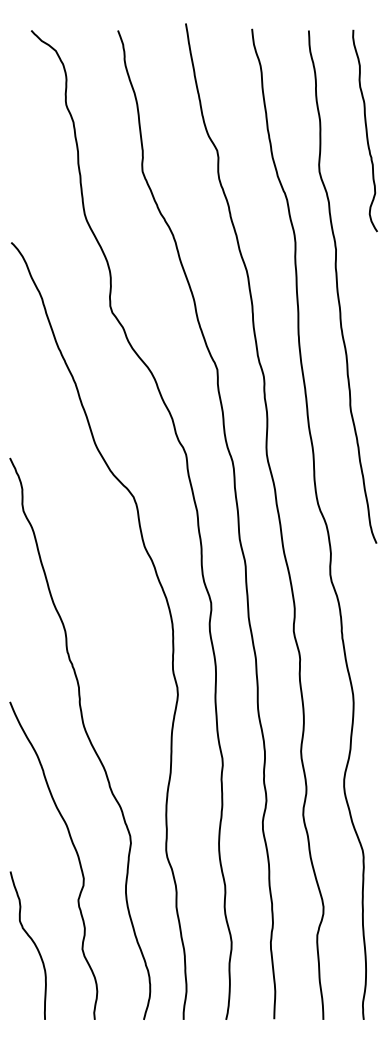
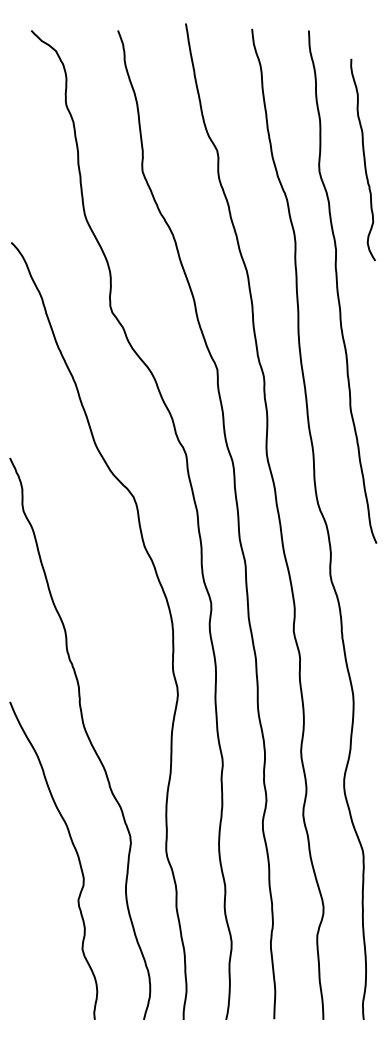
curve at (365, 130) position: (365, 130) -> (363, 159)
curve at (32, 942): present -> none
